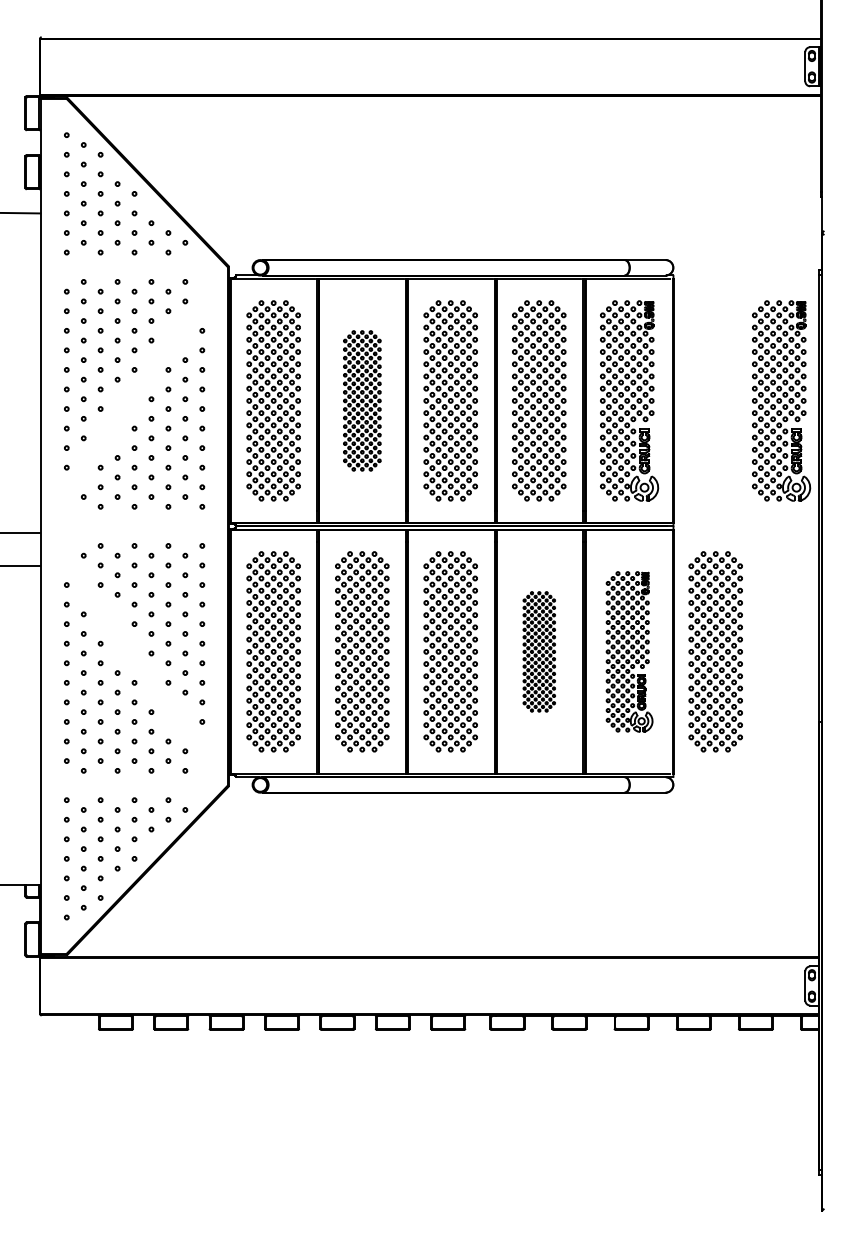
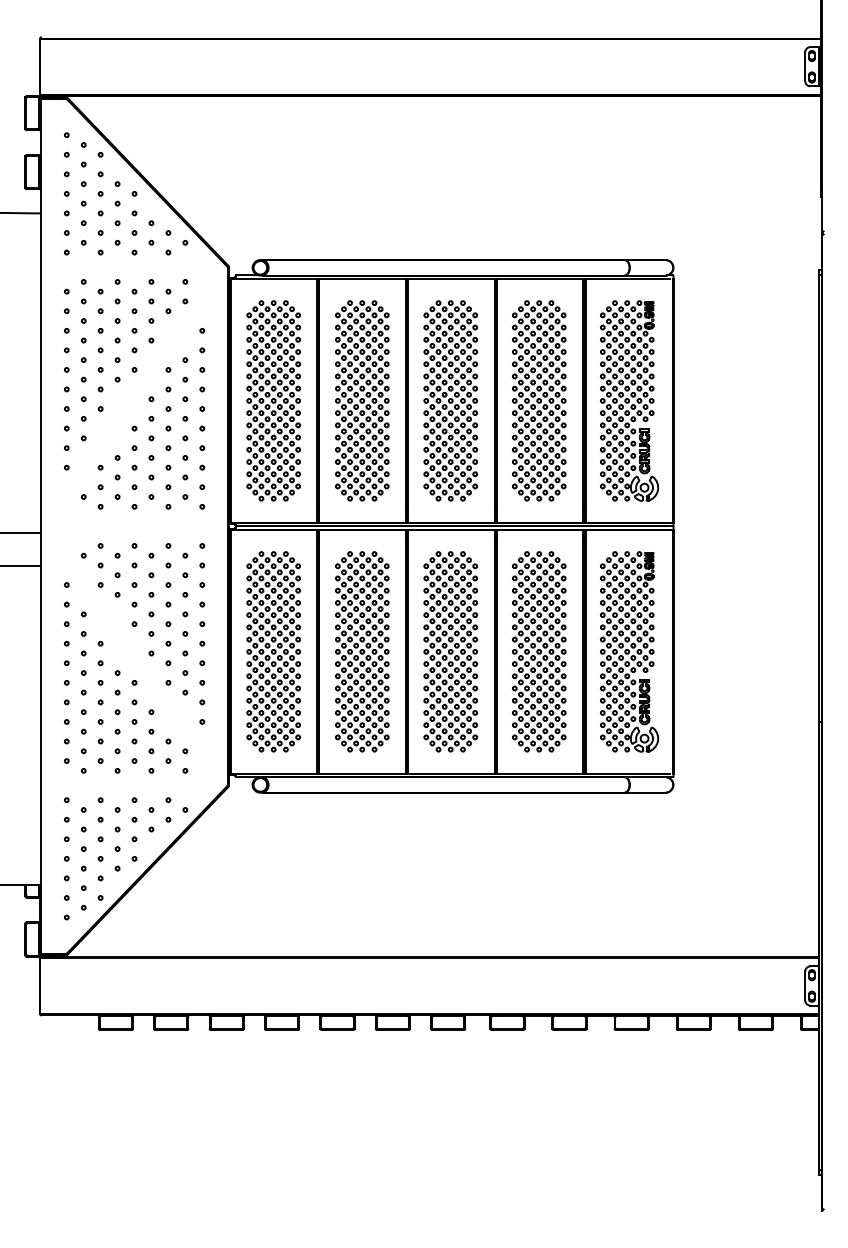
part at (362, 400) size: 39x142 px -> 55x202 px
part at (781, 400): present -> none
part at (538, 651) size: 34x122 px -> 55x202 px
part at (629, 651) size: 49x162 px -> 60x202 px
part at (715, 651): present -> none
